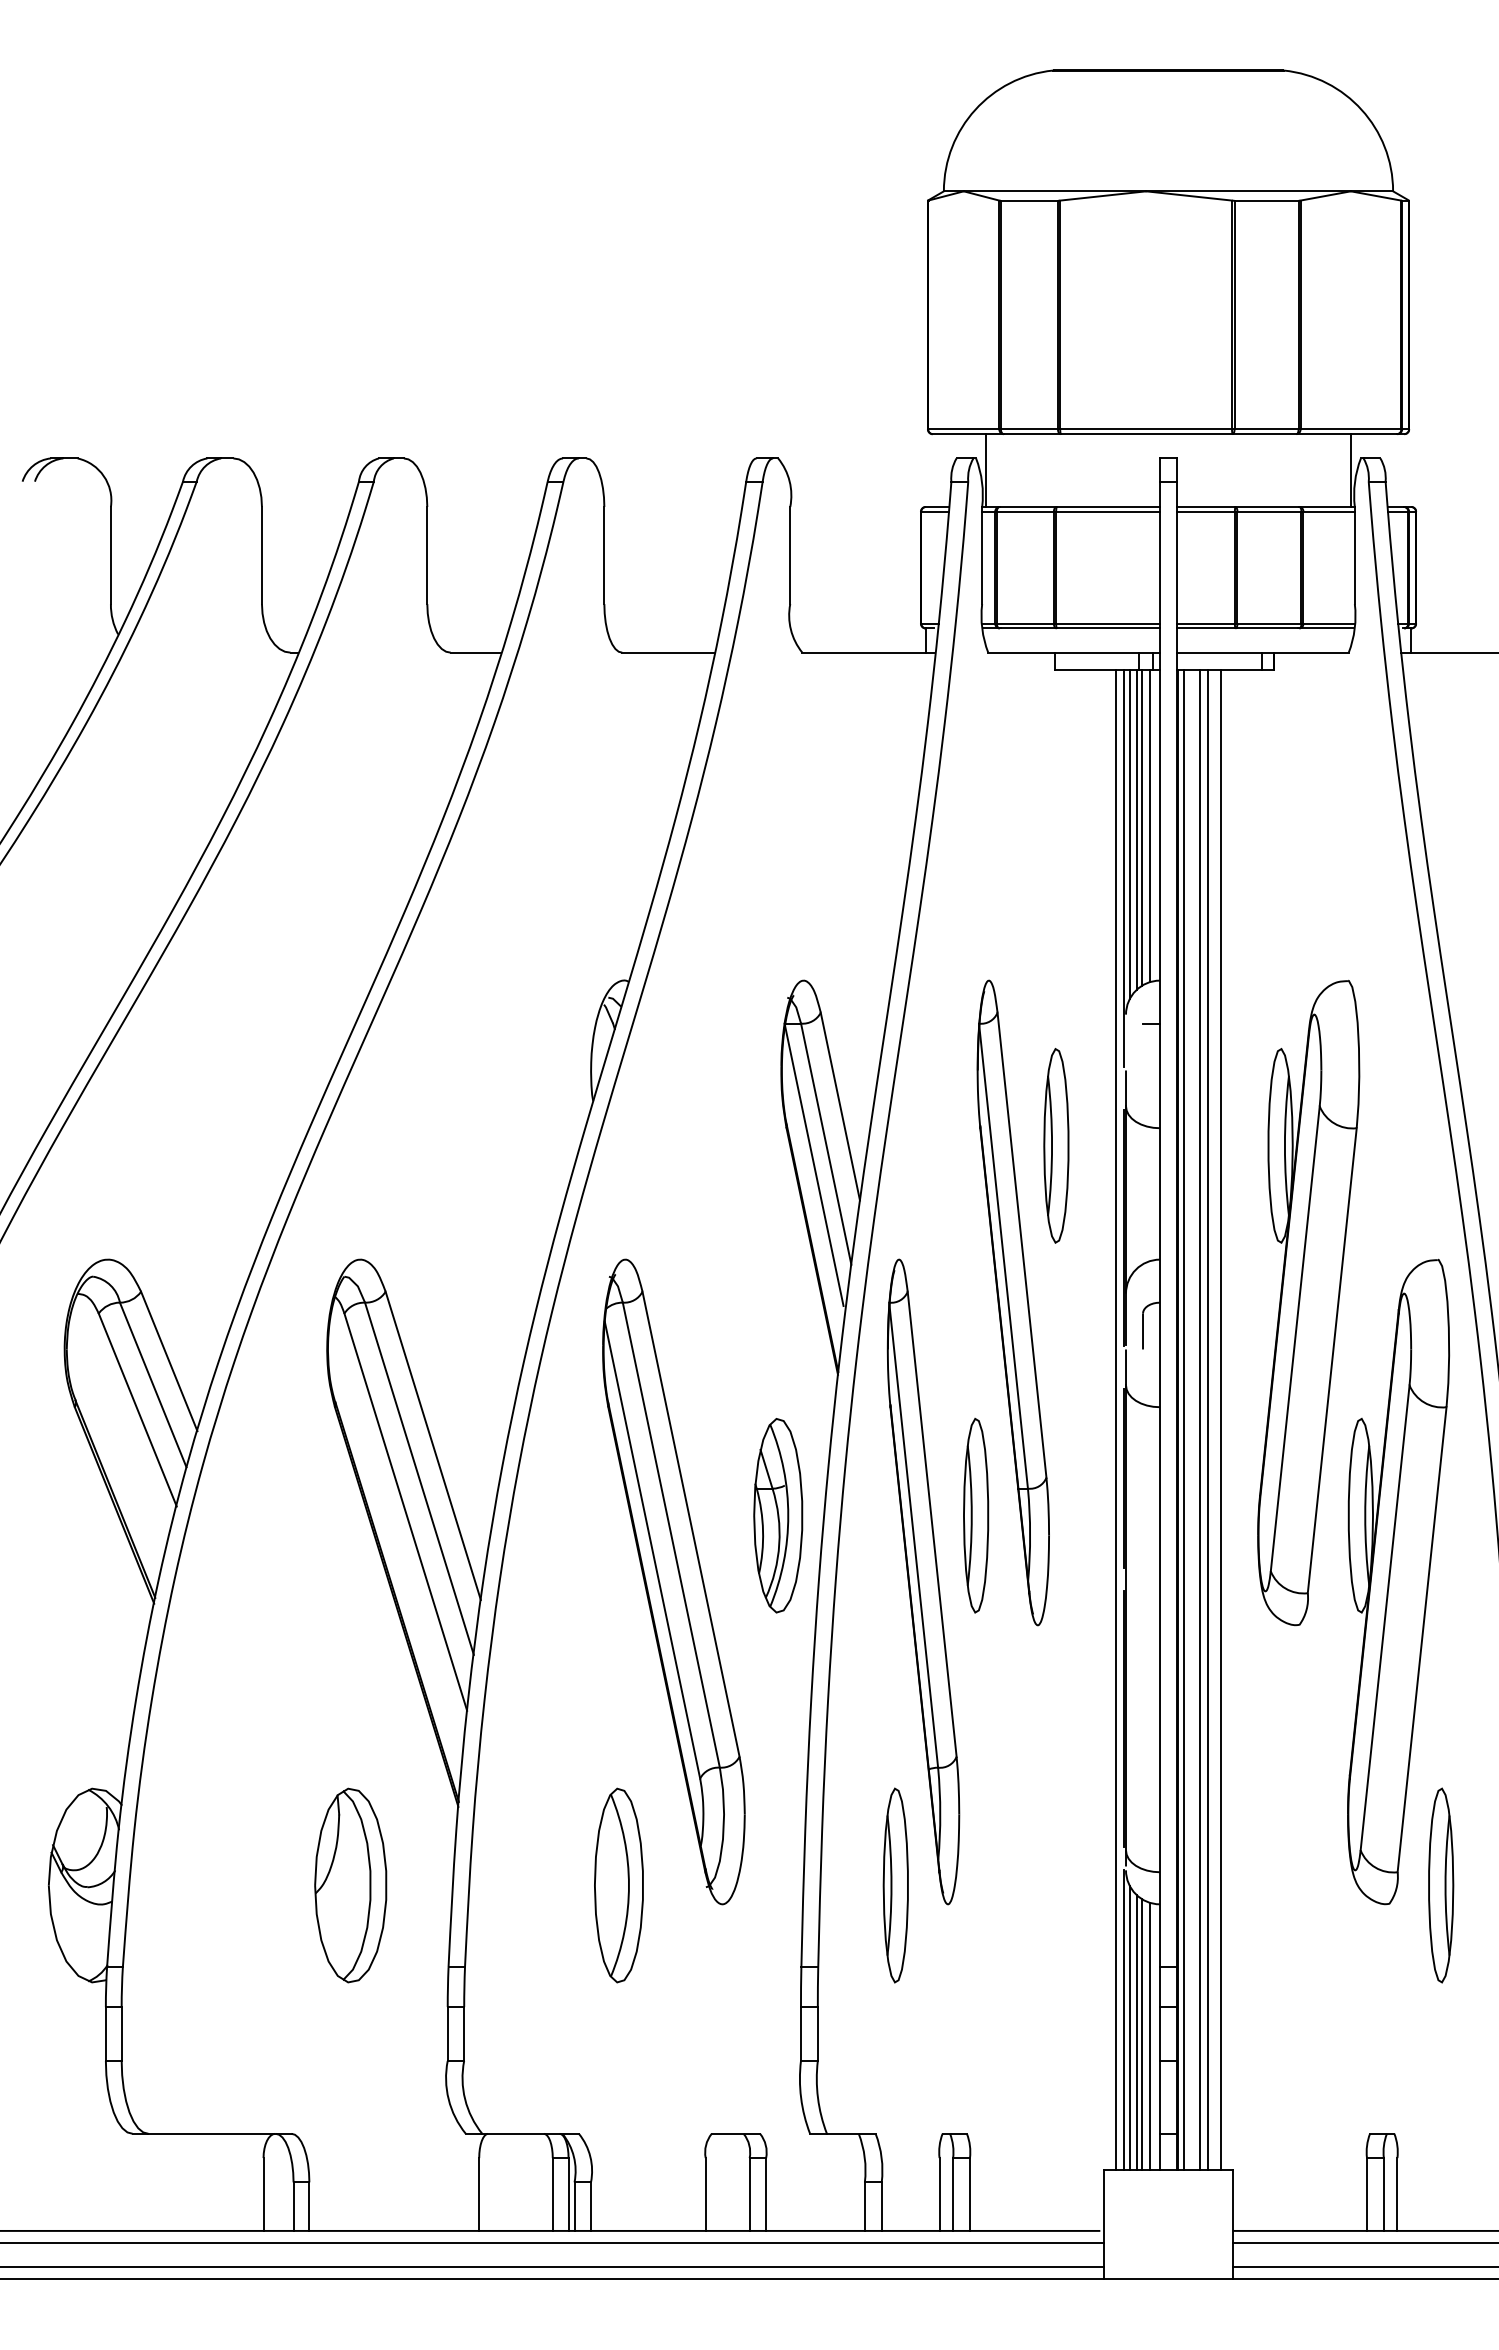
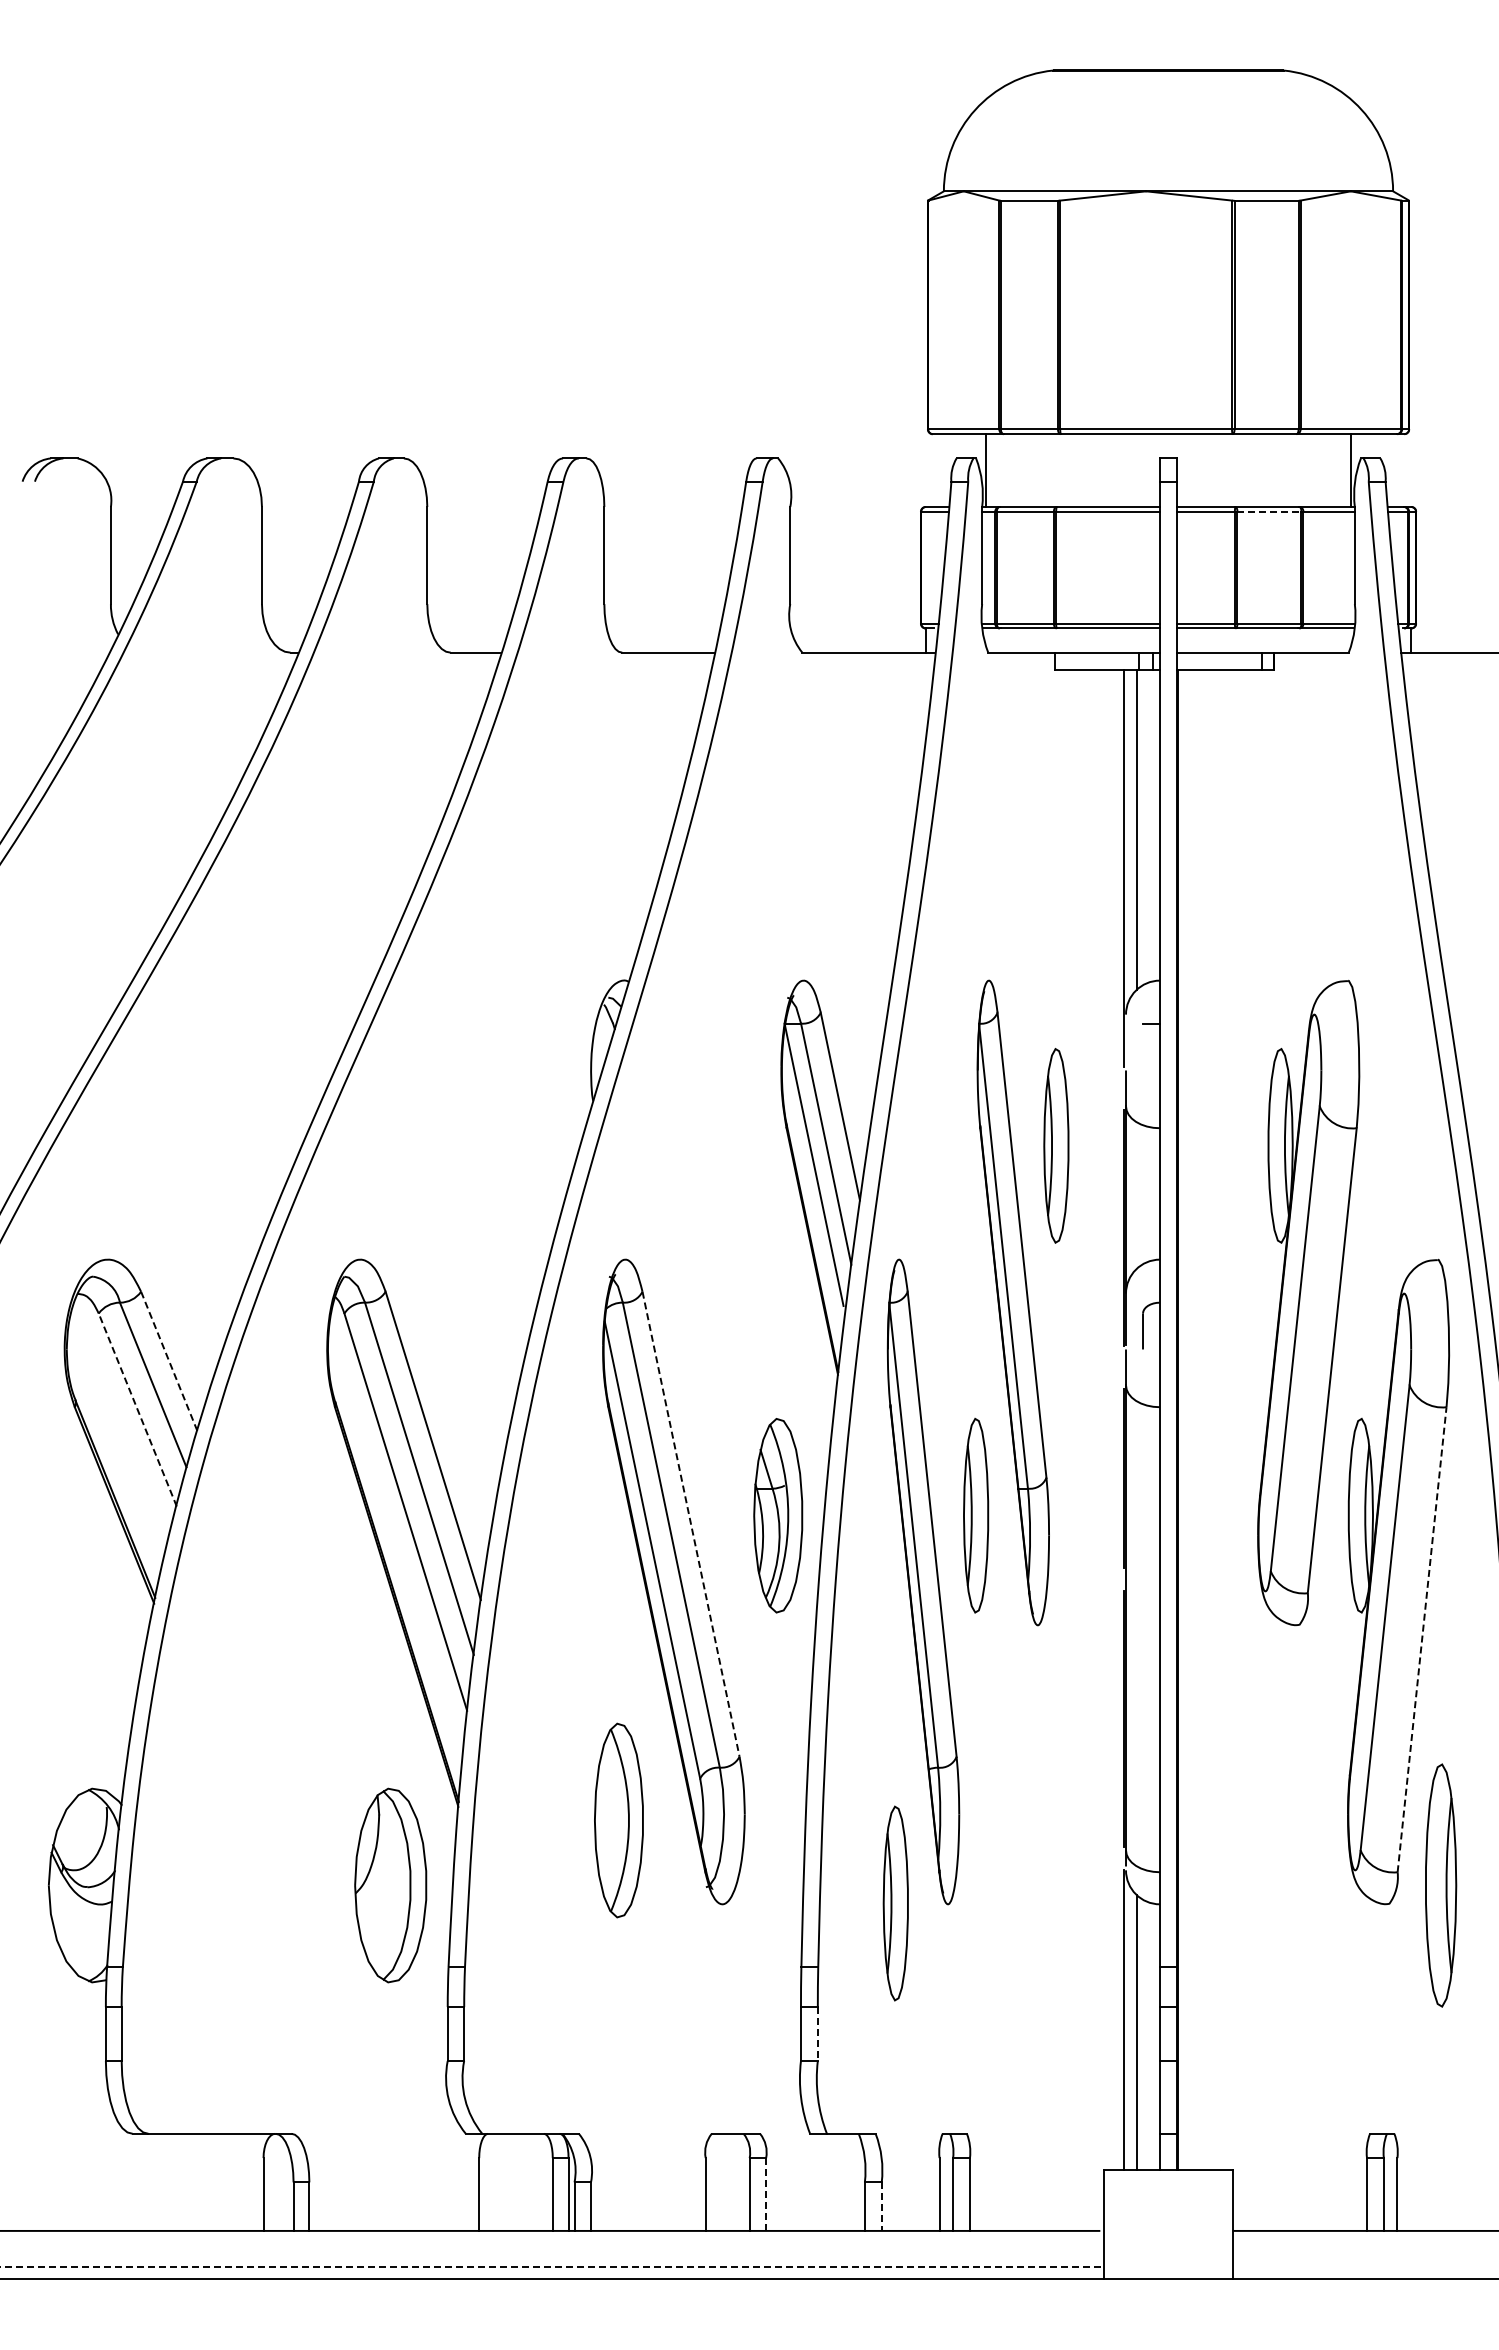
line at (1269, 511): solid -> dashed
line at (1150, 825): present -> none
line at (1142, 827): present -> none
line at (1129, 833): present -> none
line at (169, 1361): solid -> dashed
line at (137, 1409): solid -> dashed
line at (1116, 1419): present -> none
line at (1184, 1419): present -> none
line at (1199, 1419): present -> none
line at (1207, 1419): present -> none
line at (1220, 1419): present -> none
line at (691, 1524): solid -> dashed
line at (1422, 1639): solid -> dashed
part at (350, 1885) position: (350, 1885) -> (390, 1885)
part at (618, 1885) position: (618, 1885) -> (618, 1820)
part at (895, 1885) position: (895, 1885) -> (895, 1903)
part at (1441, 1885) size: 27x197 px -> 33x245 px
line at (1129, 2028): present -> none
line at (817, 2034): solid -> dashed
line at (1142, 2034): present -> none
line at (1150, 2036): present -> none
line at (766, 2195): solid -> dashed
line at (881, 2207): solid -> dashed
line at (553, 2243): present -> none
line at (1363, 2243): present -> none
line at (552, 2267): solid -> dashed
line at (1363, 2267): present -> none
